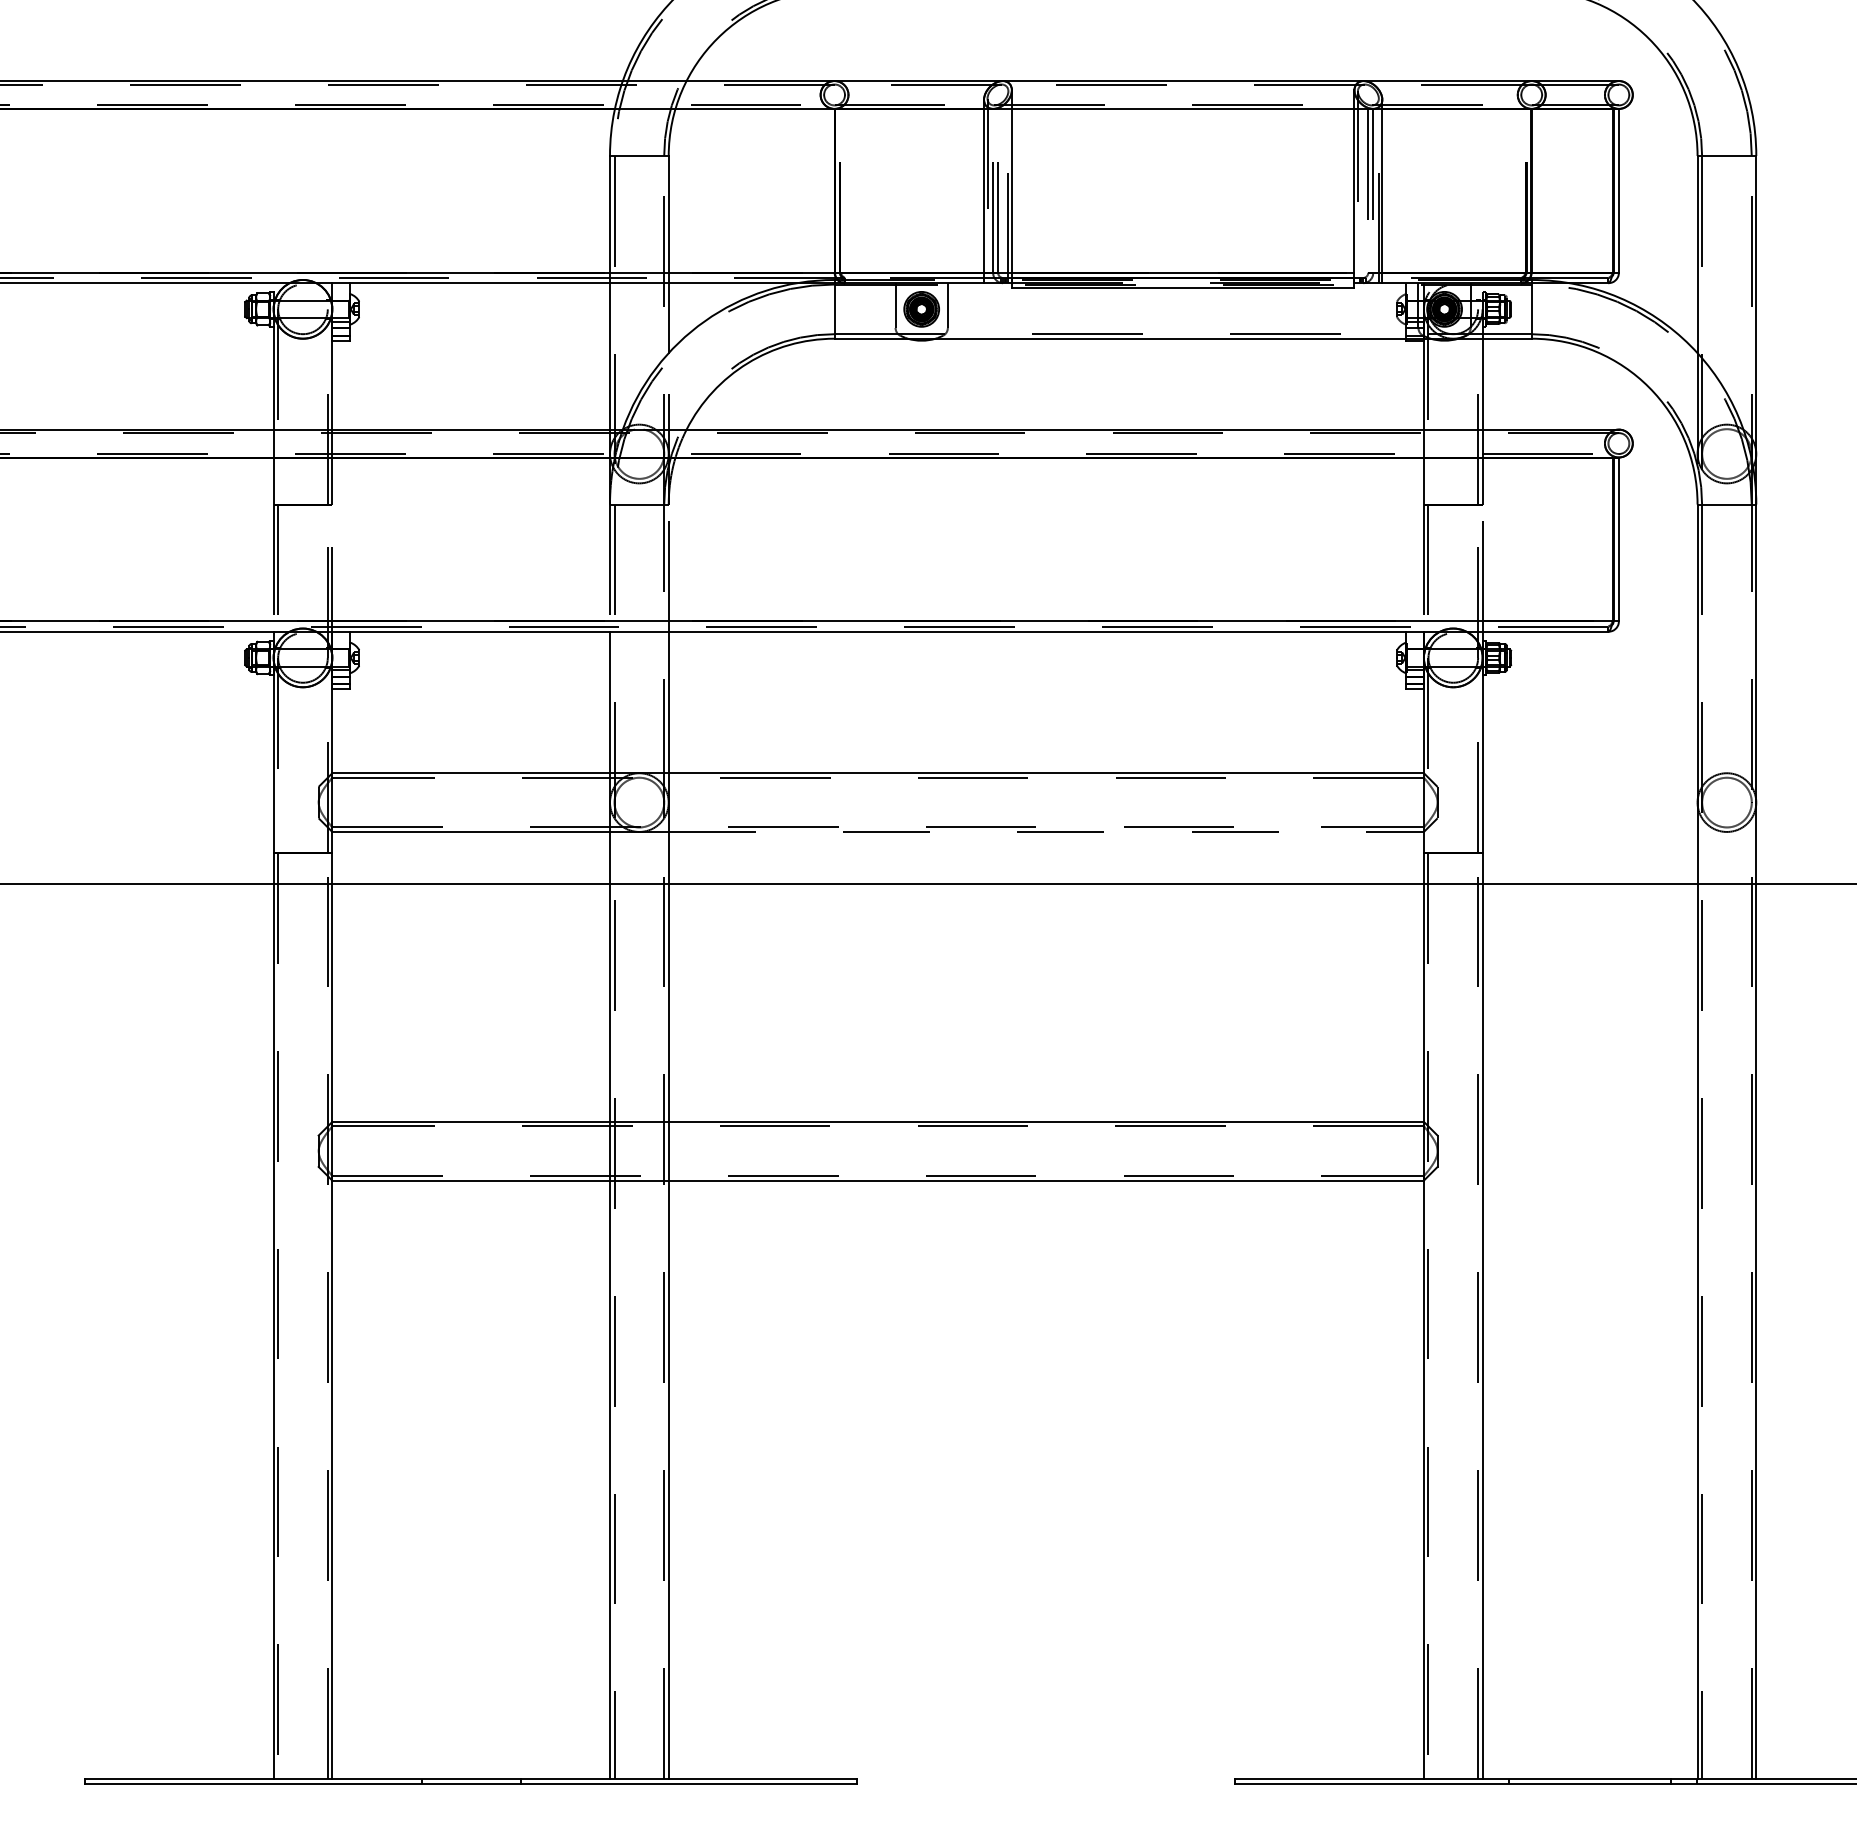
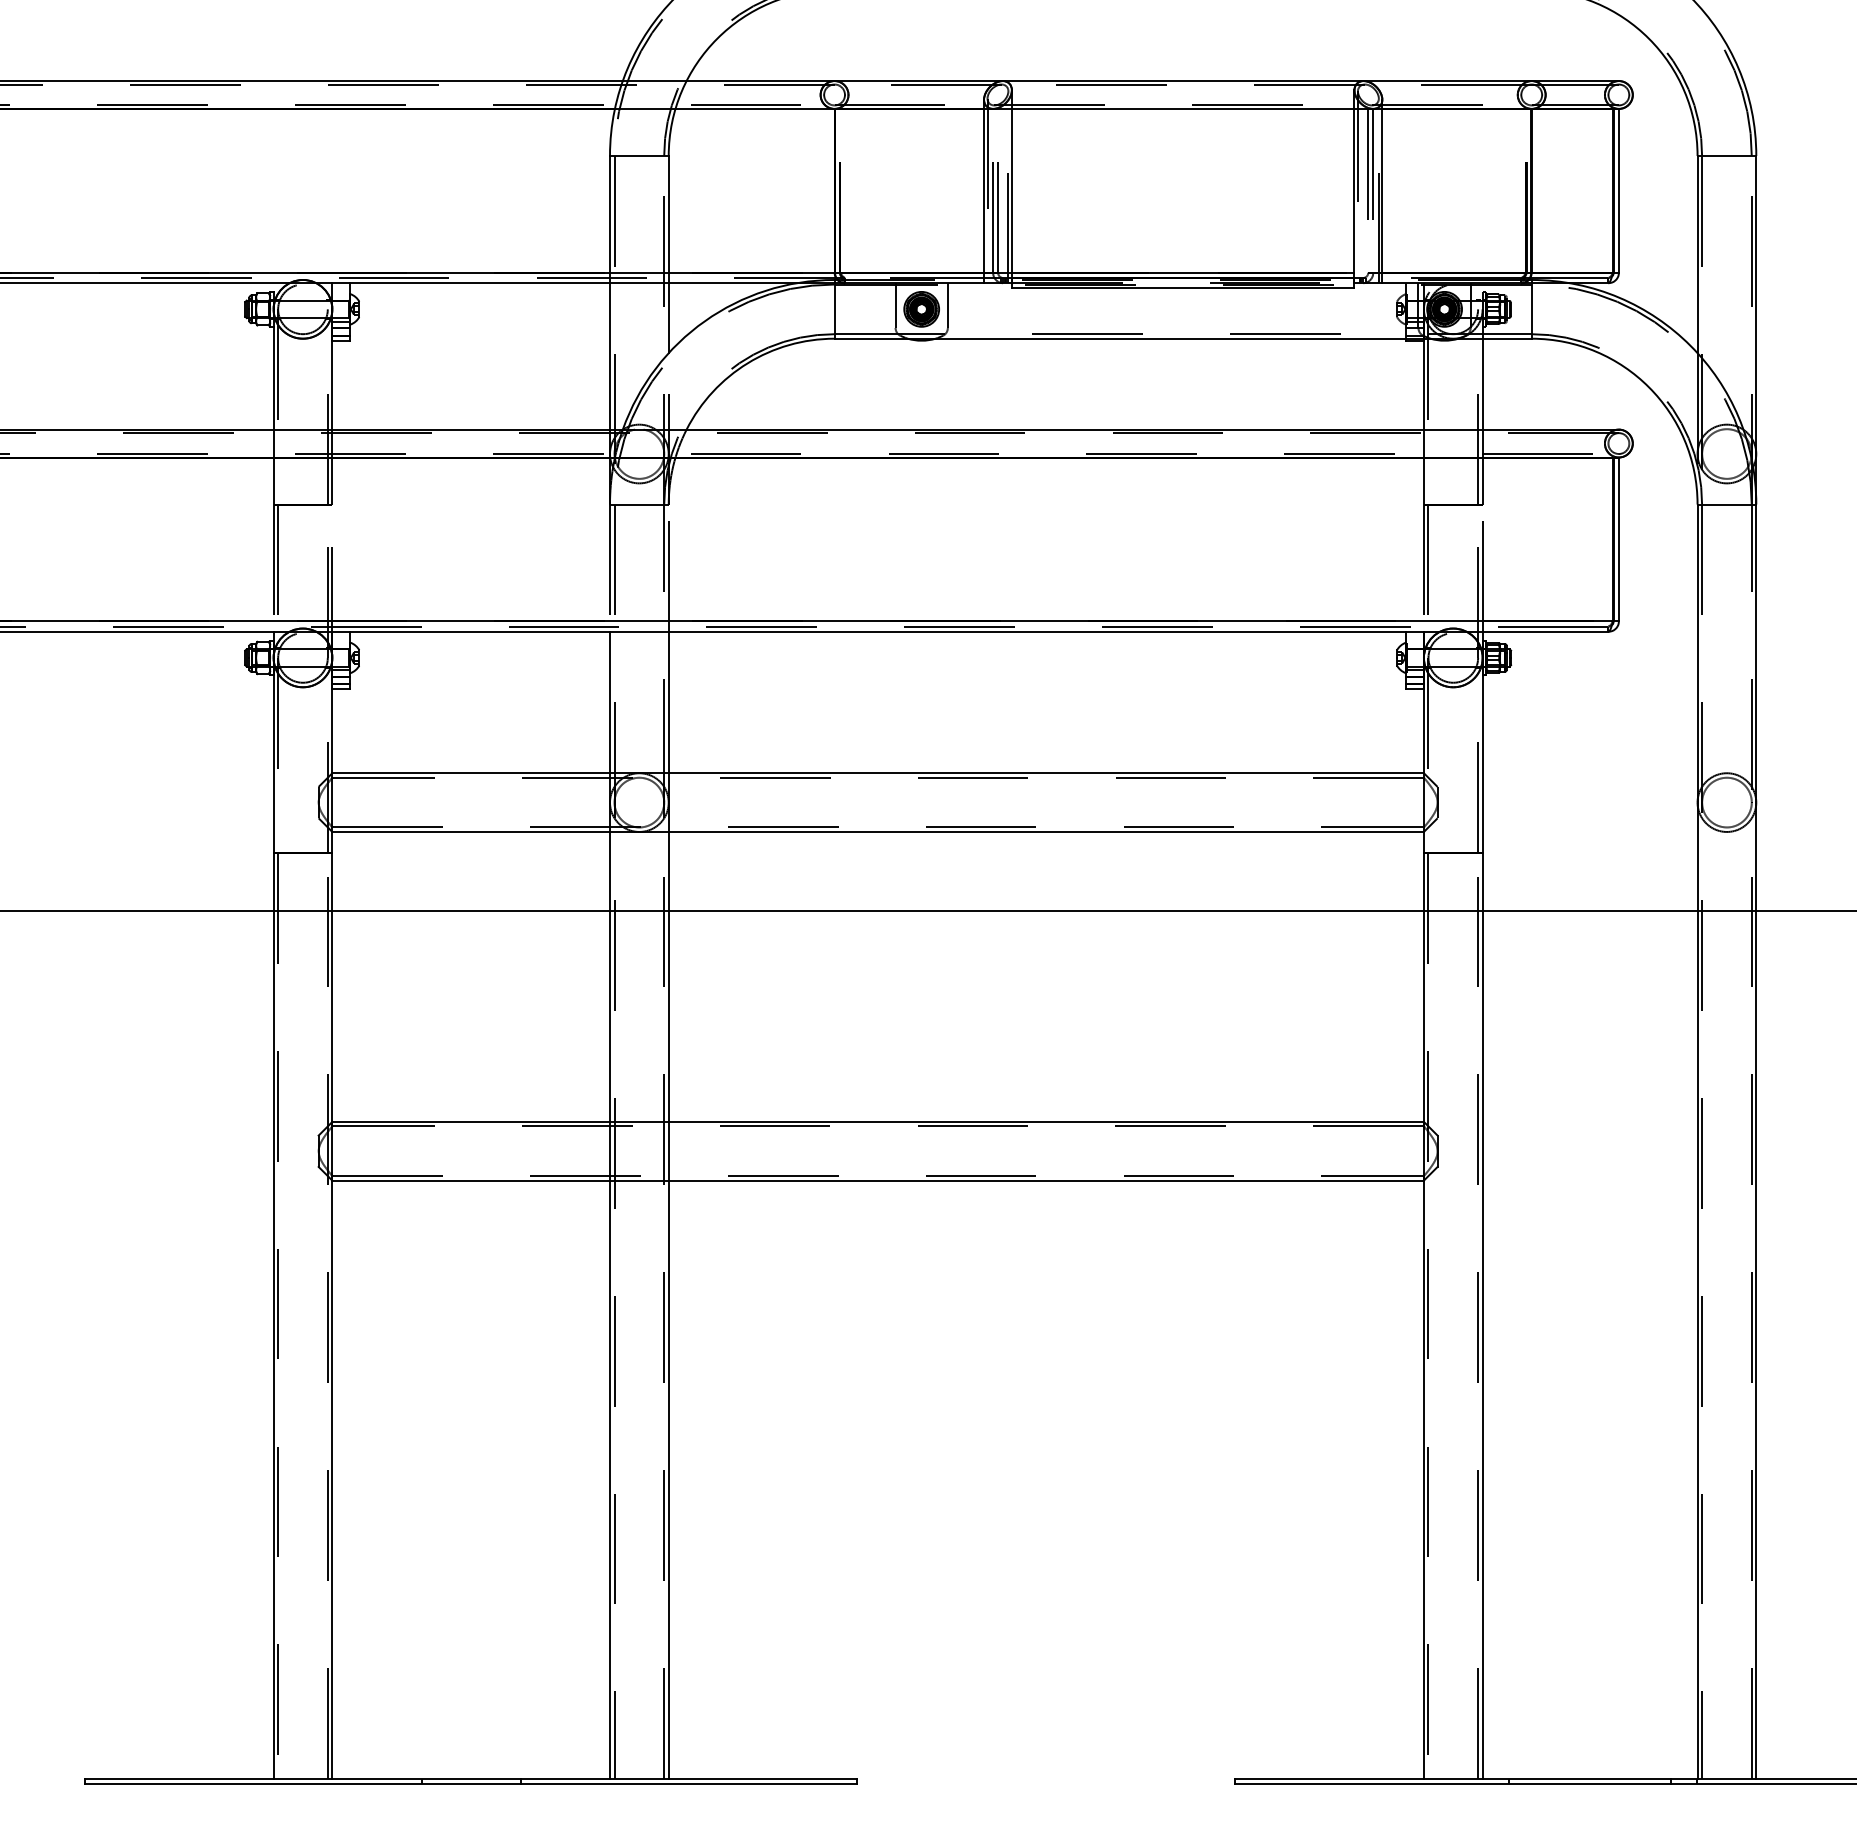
line at (1046, 831): dashed -> solid
line at (927, 883) position: (927, 883) -> (927, 910)
